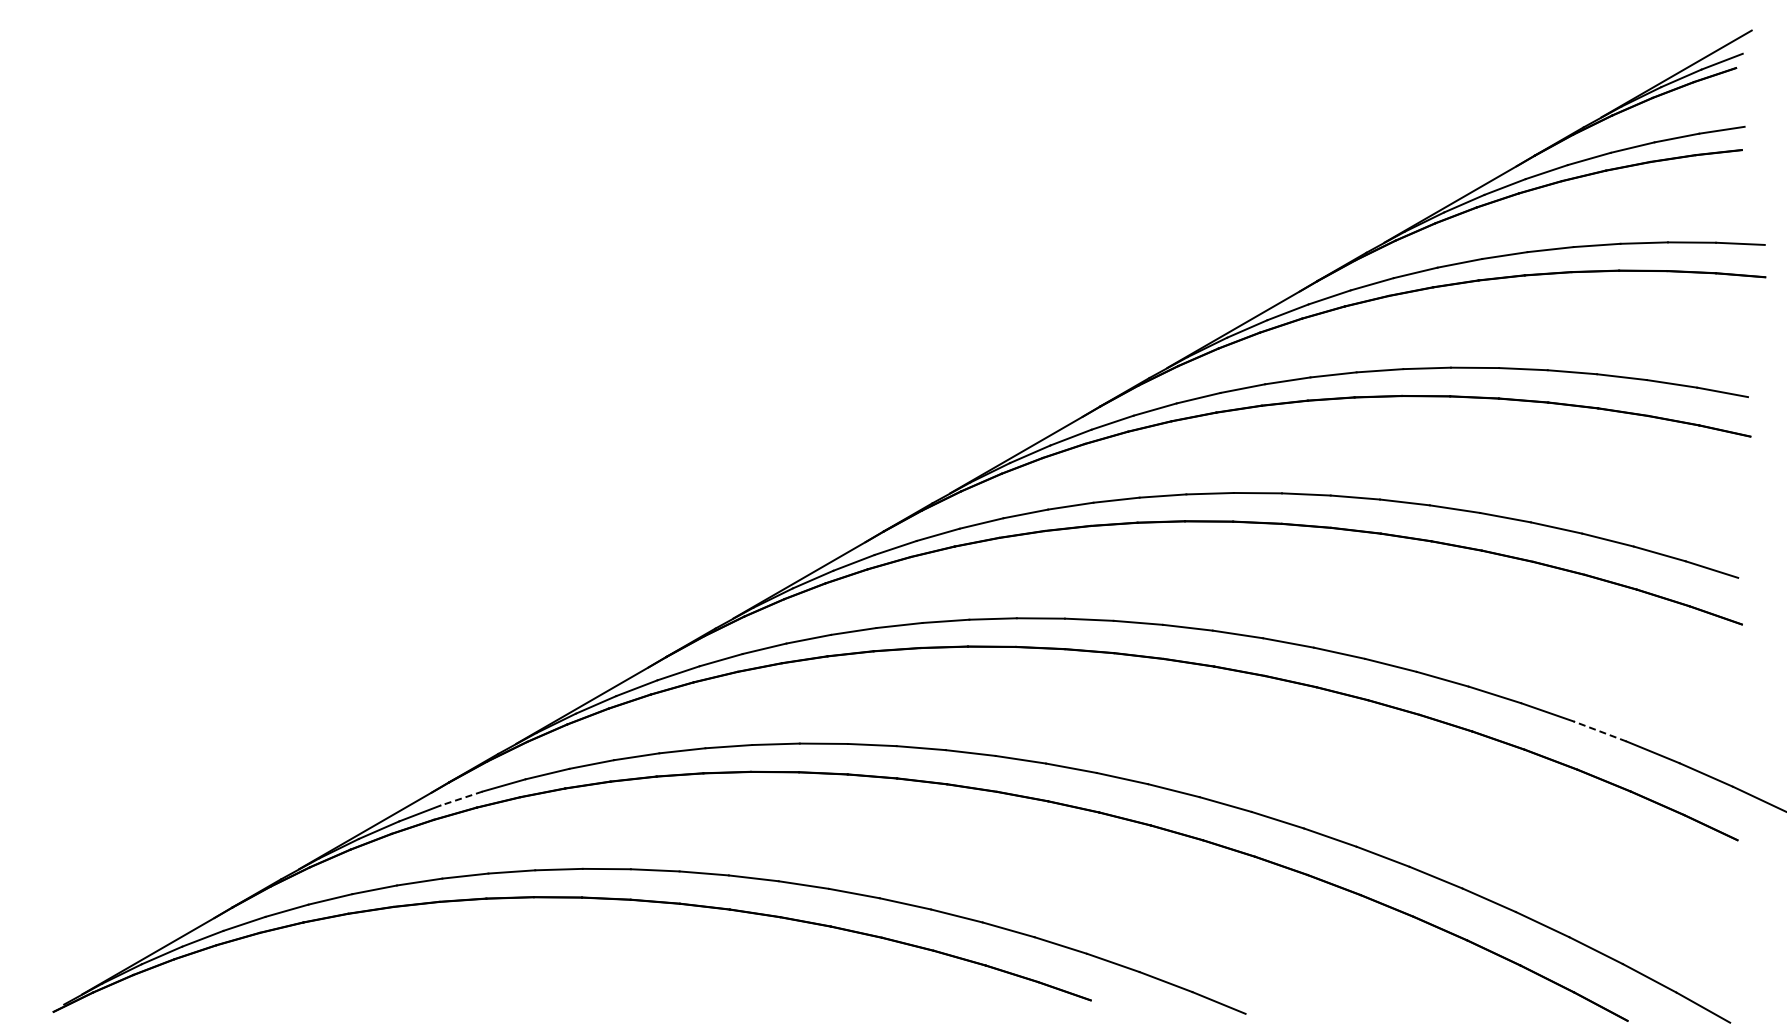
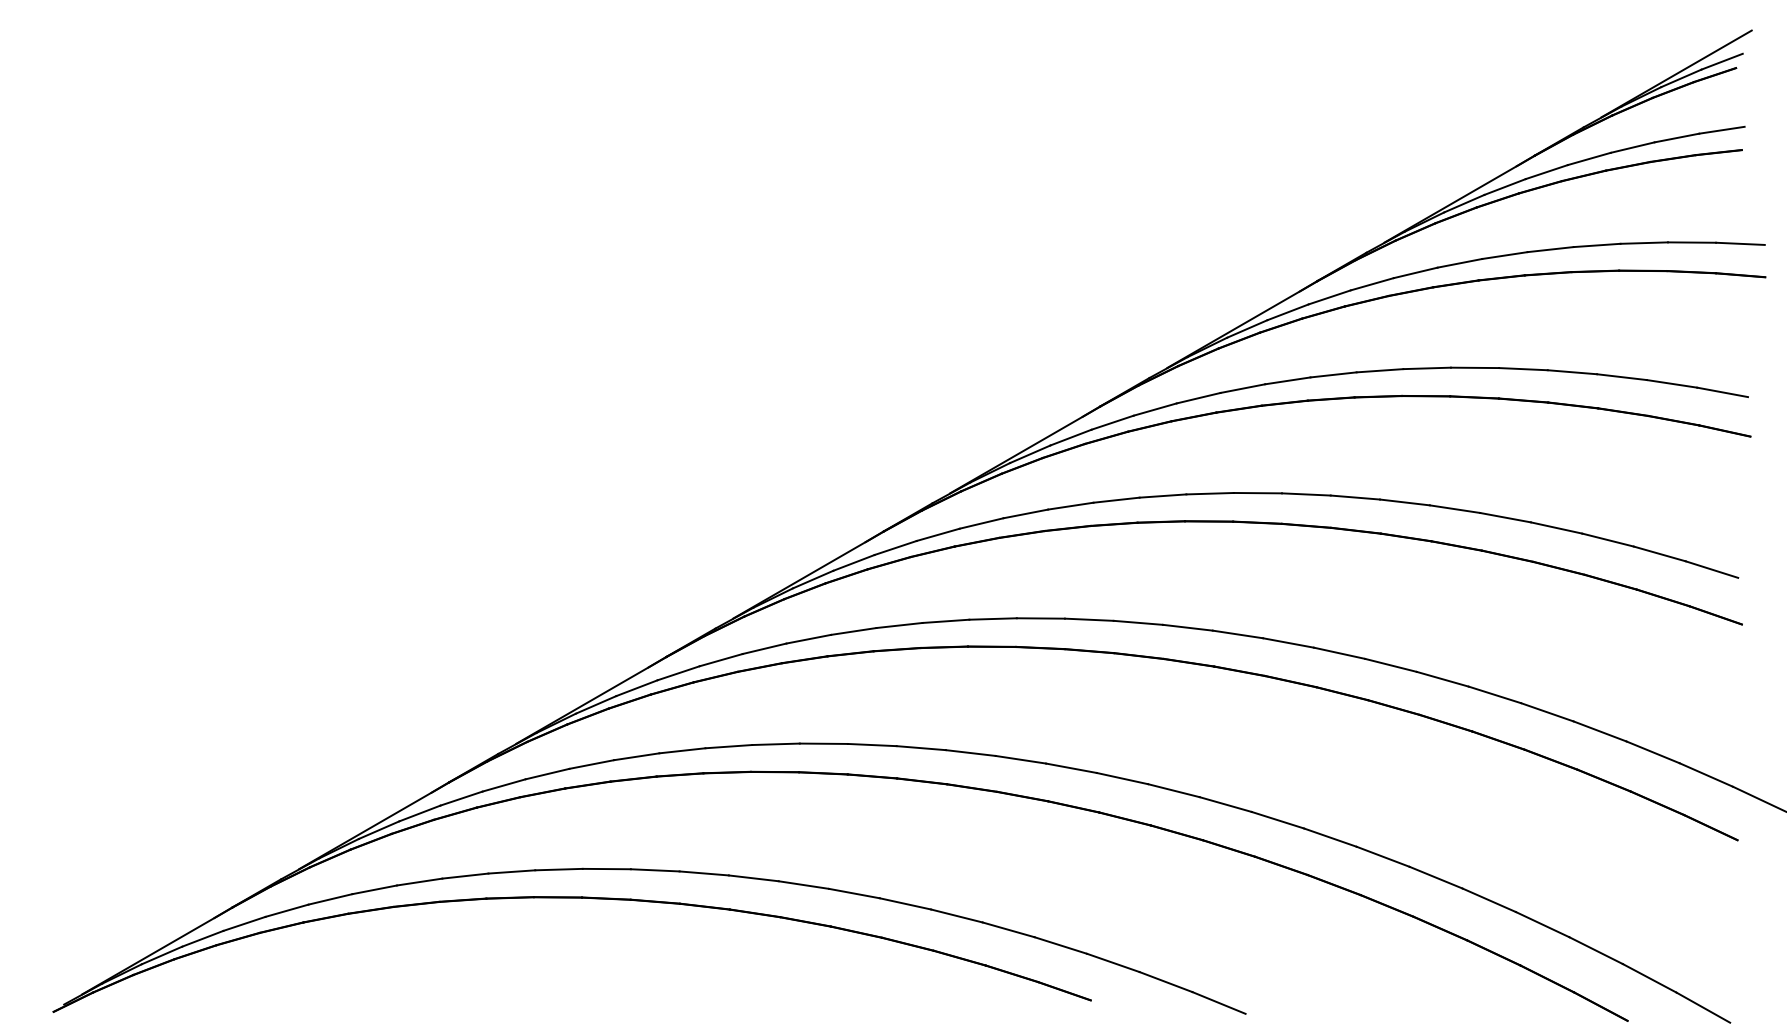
line at (1599, 731): dashed -> solid
line at (461, 798): dashed -> solid
